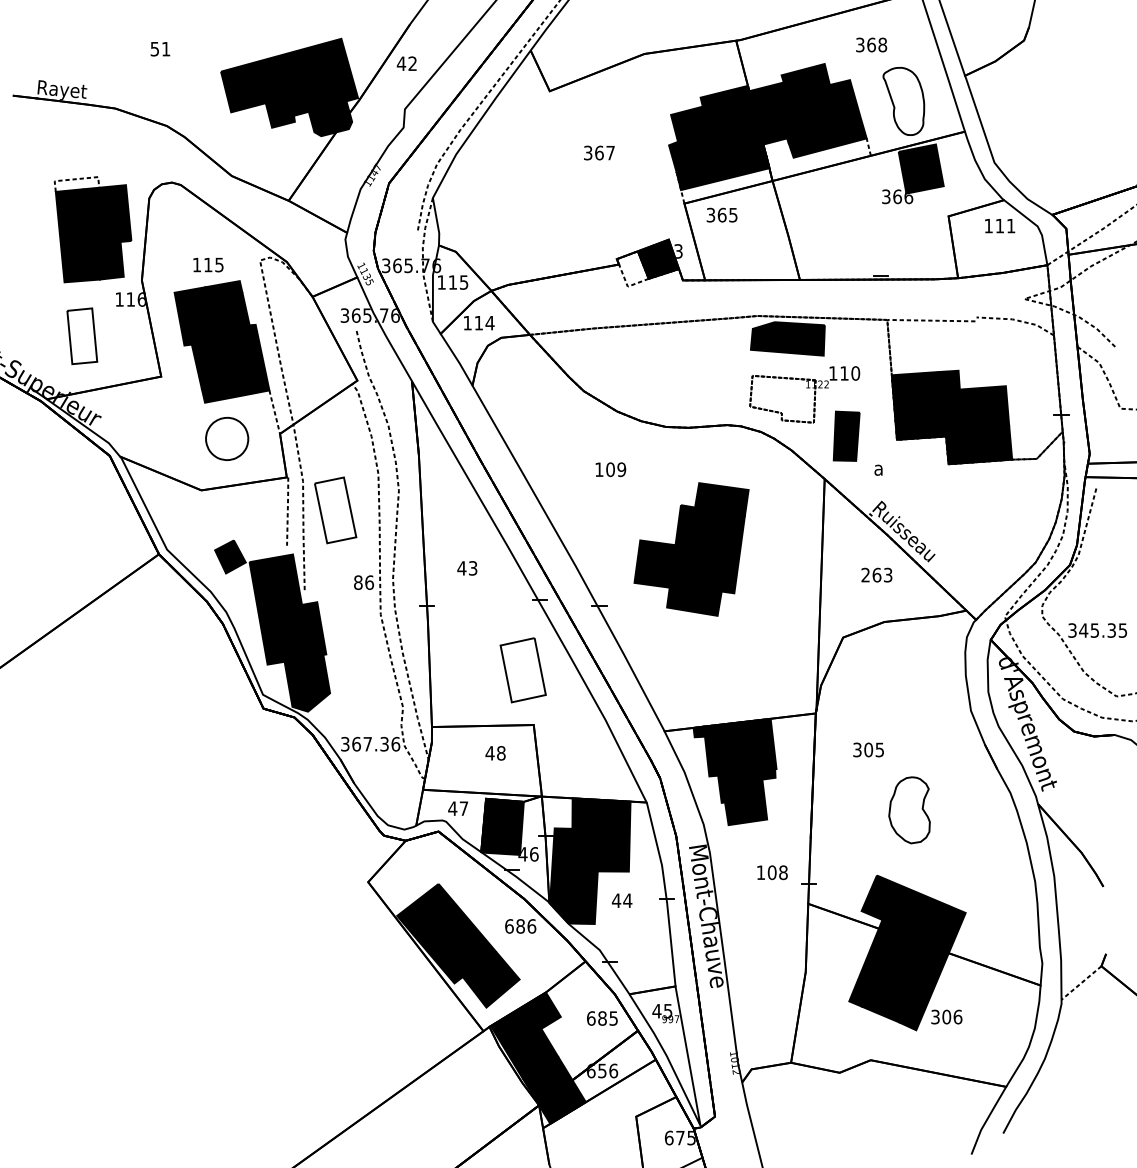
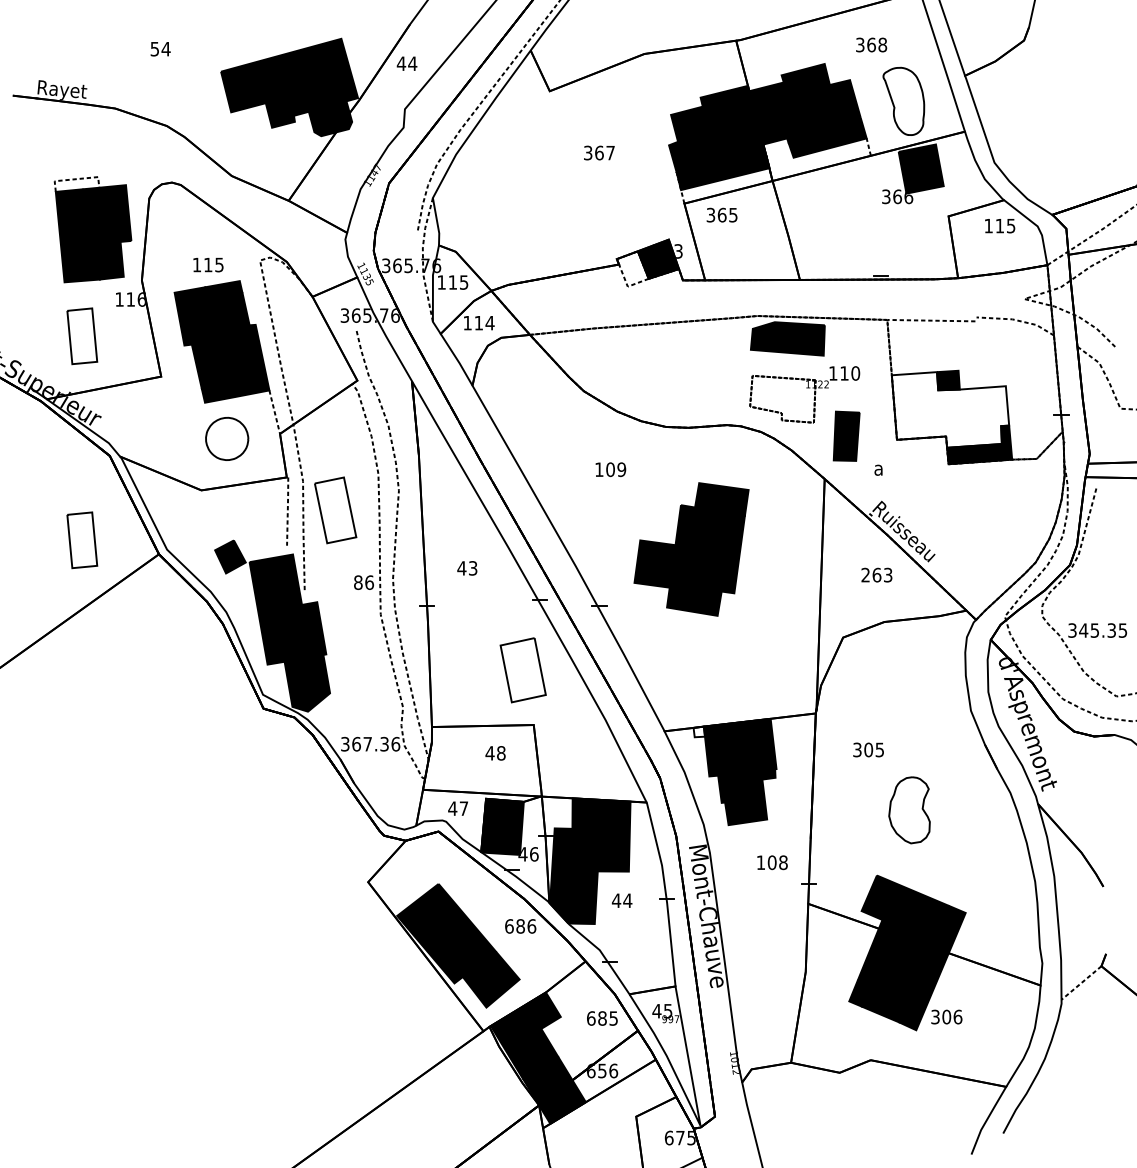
text at (165, 49): 51 -> 54
text at (412, 63): 42 -> 44
text at (1011, 226): 111 -> 115
fill at (950, 409): present -> none
part at (82, 540): none -> present
fill at (699, 731): present -> none
text at (772, 872) position: (772, 872) -> (772, 862)
